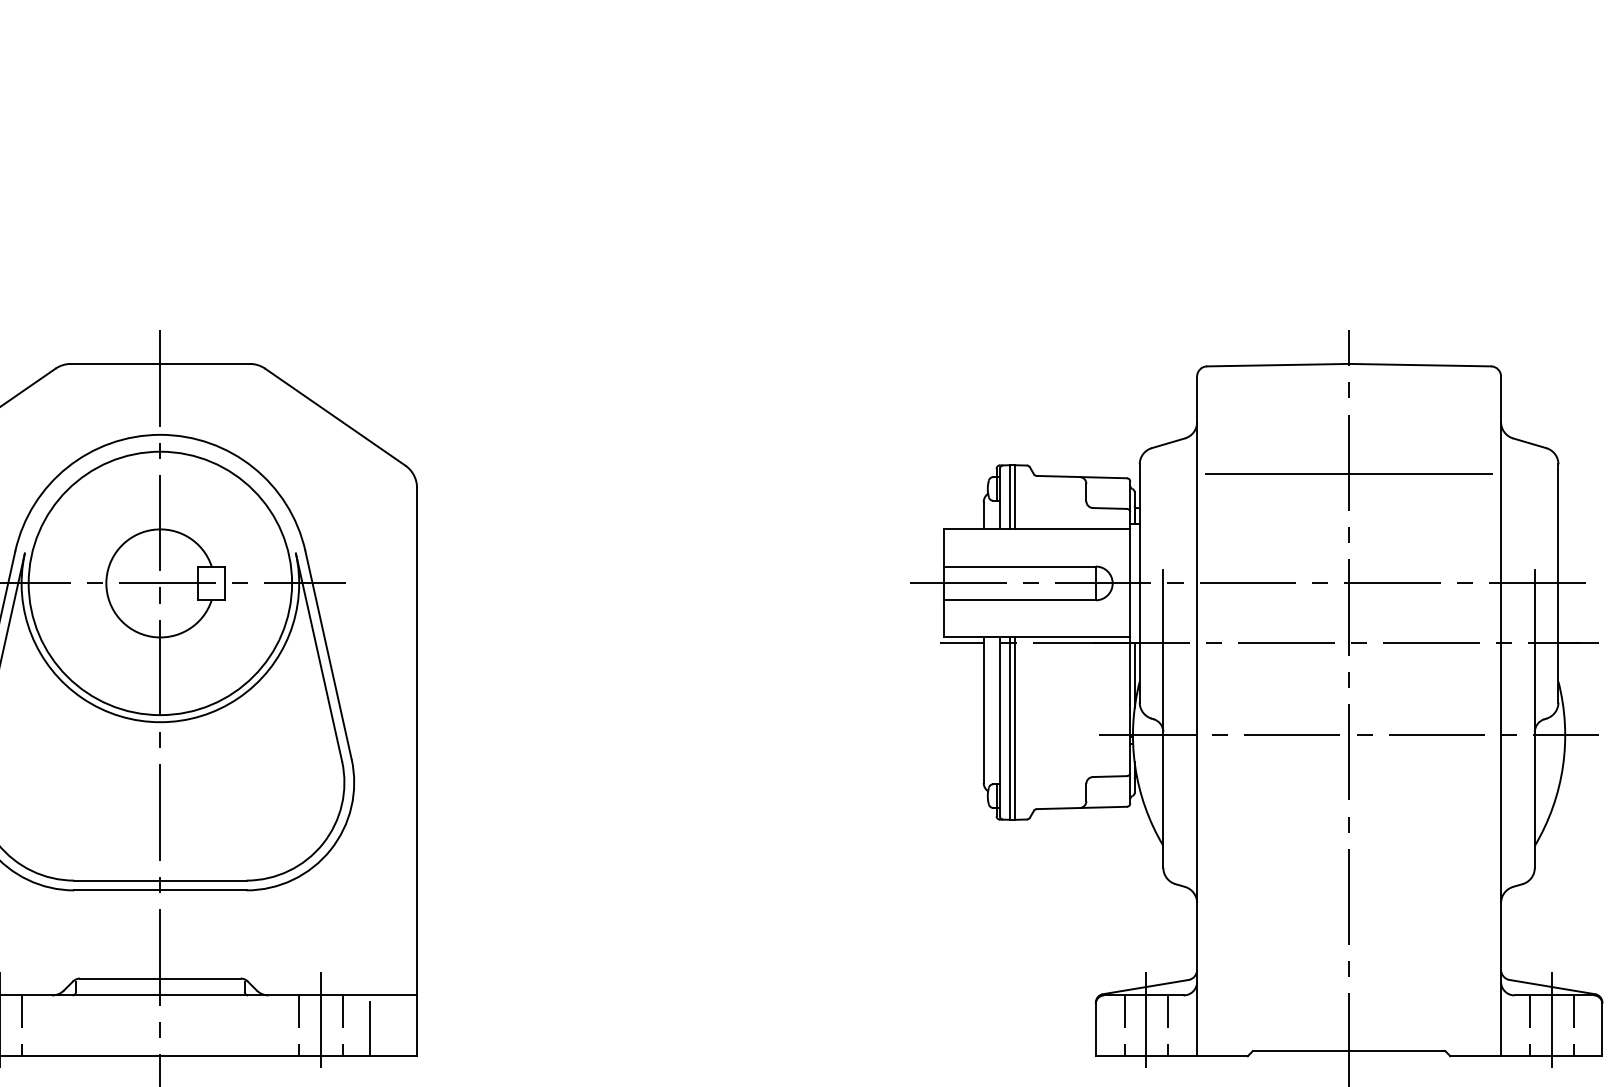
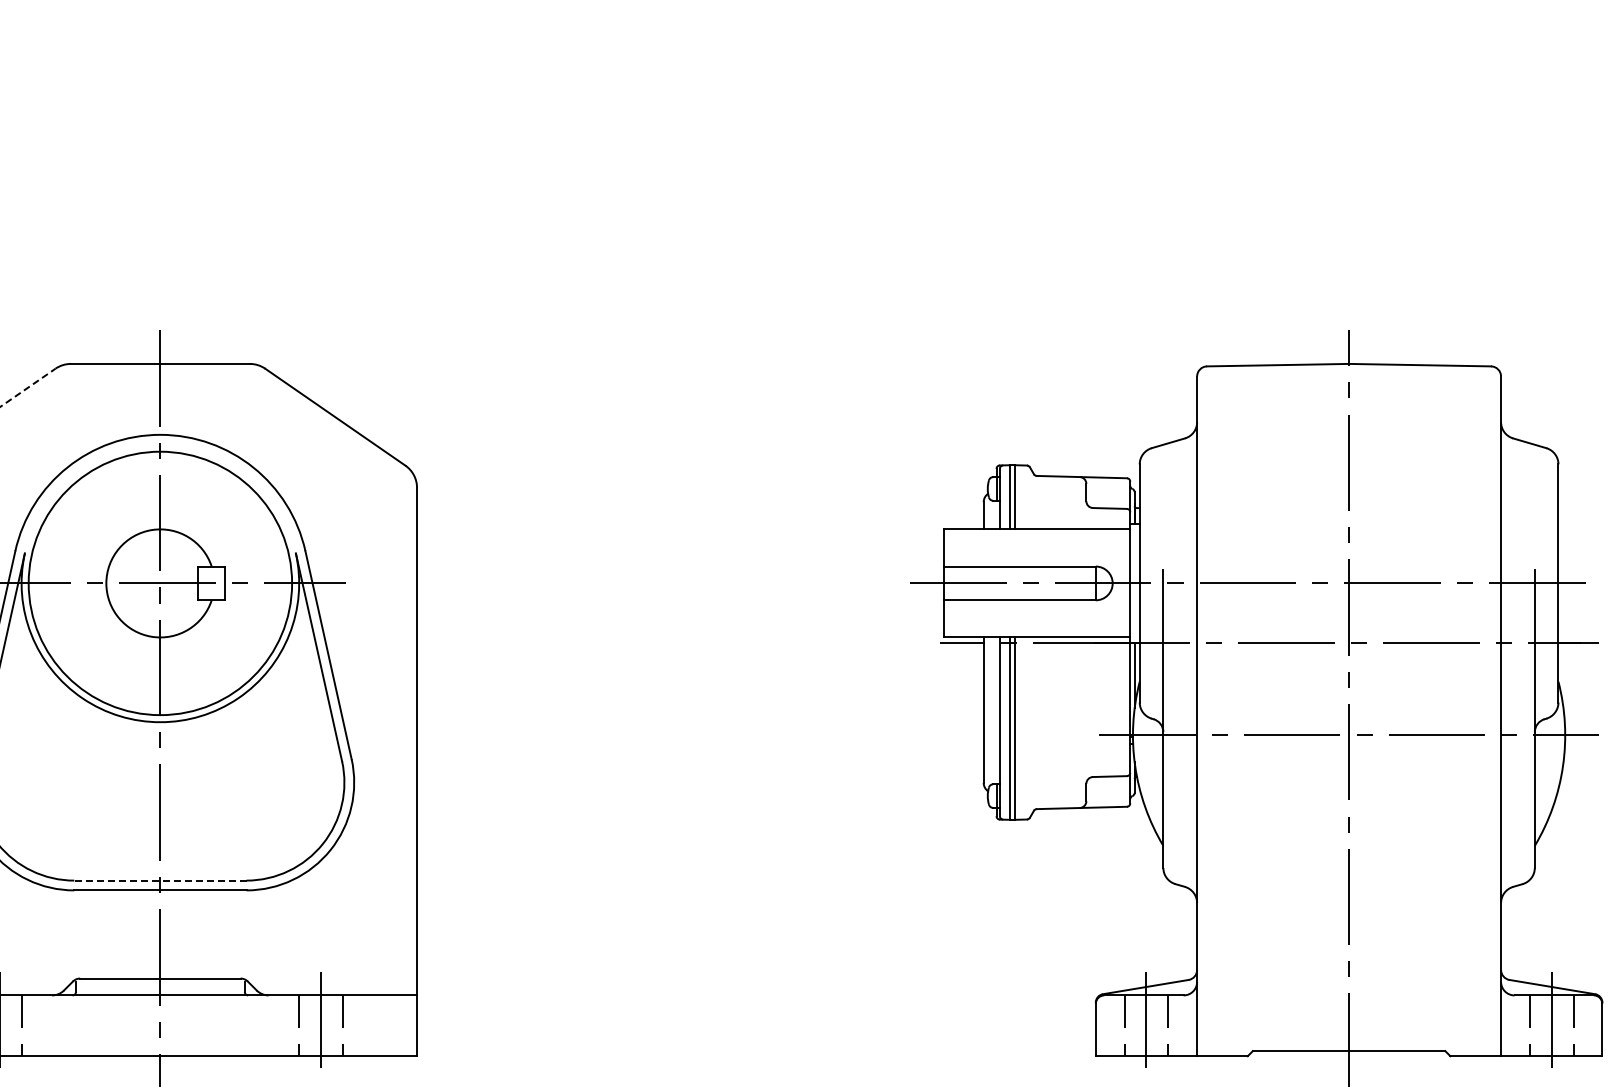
line at (28, 387): solid -> dashed
line at (1348, 473): present -> none
line at (159, 880): solid -> dashed
line at (369, 1029): present -> none
